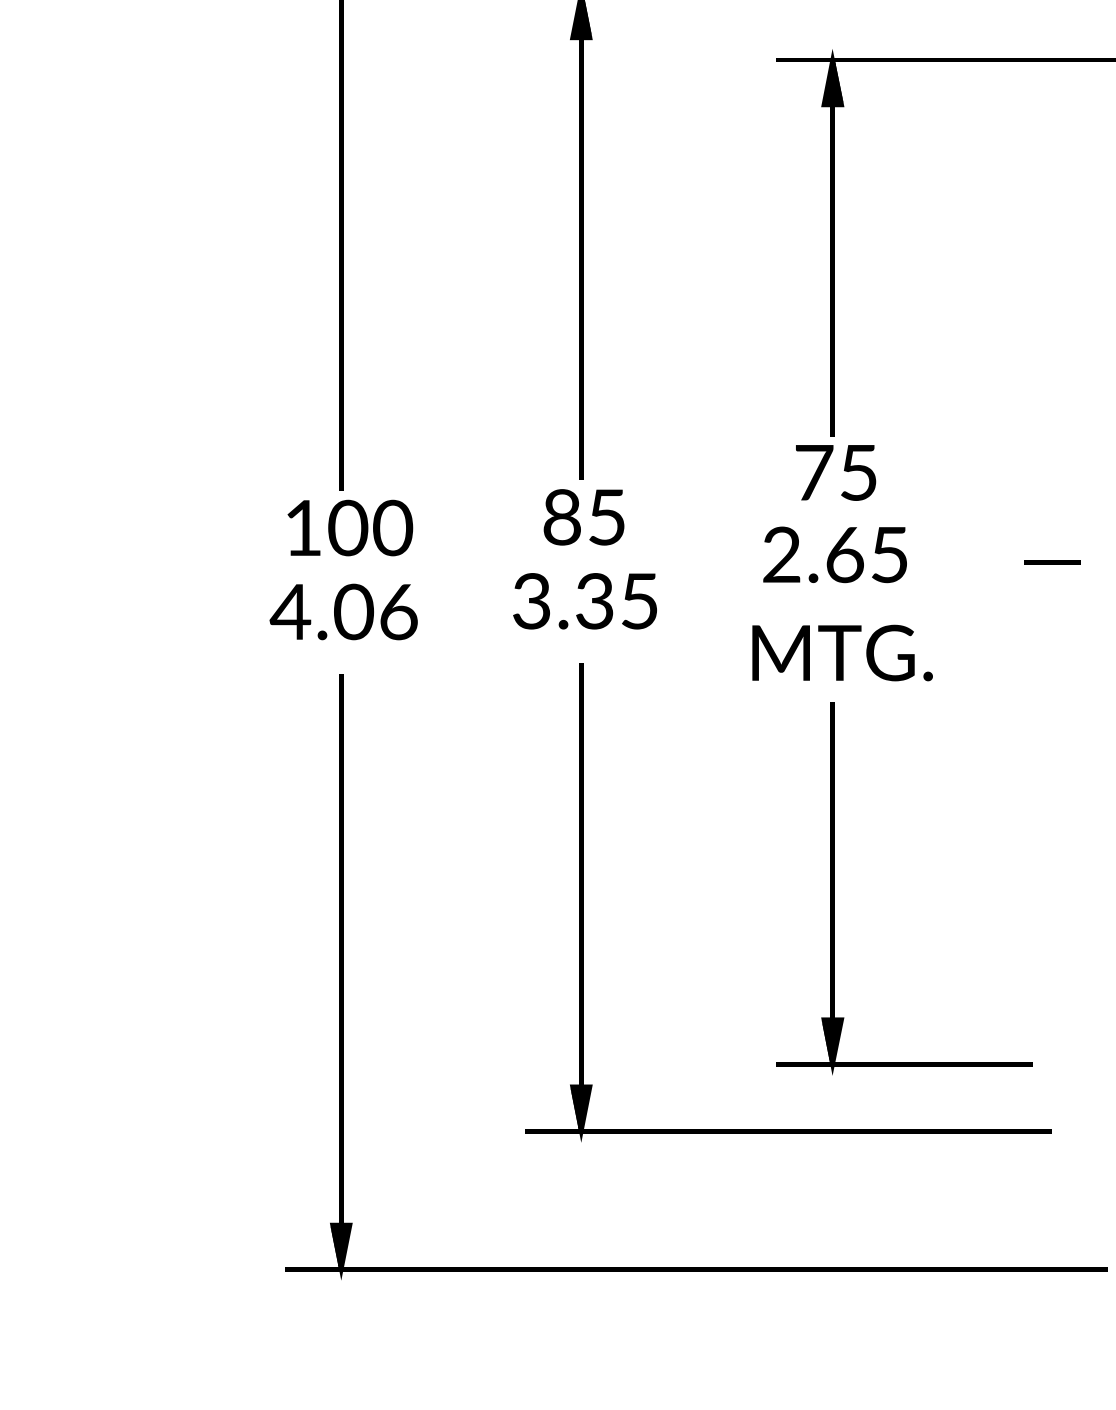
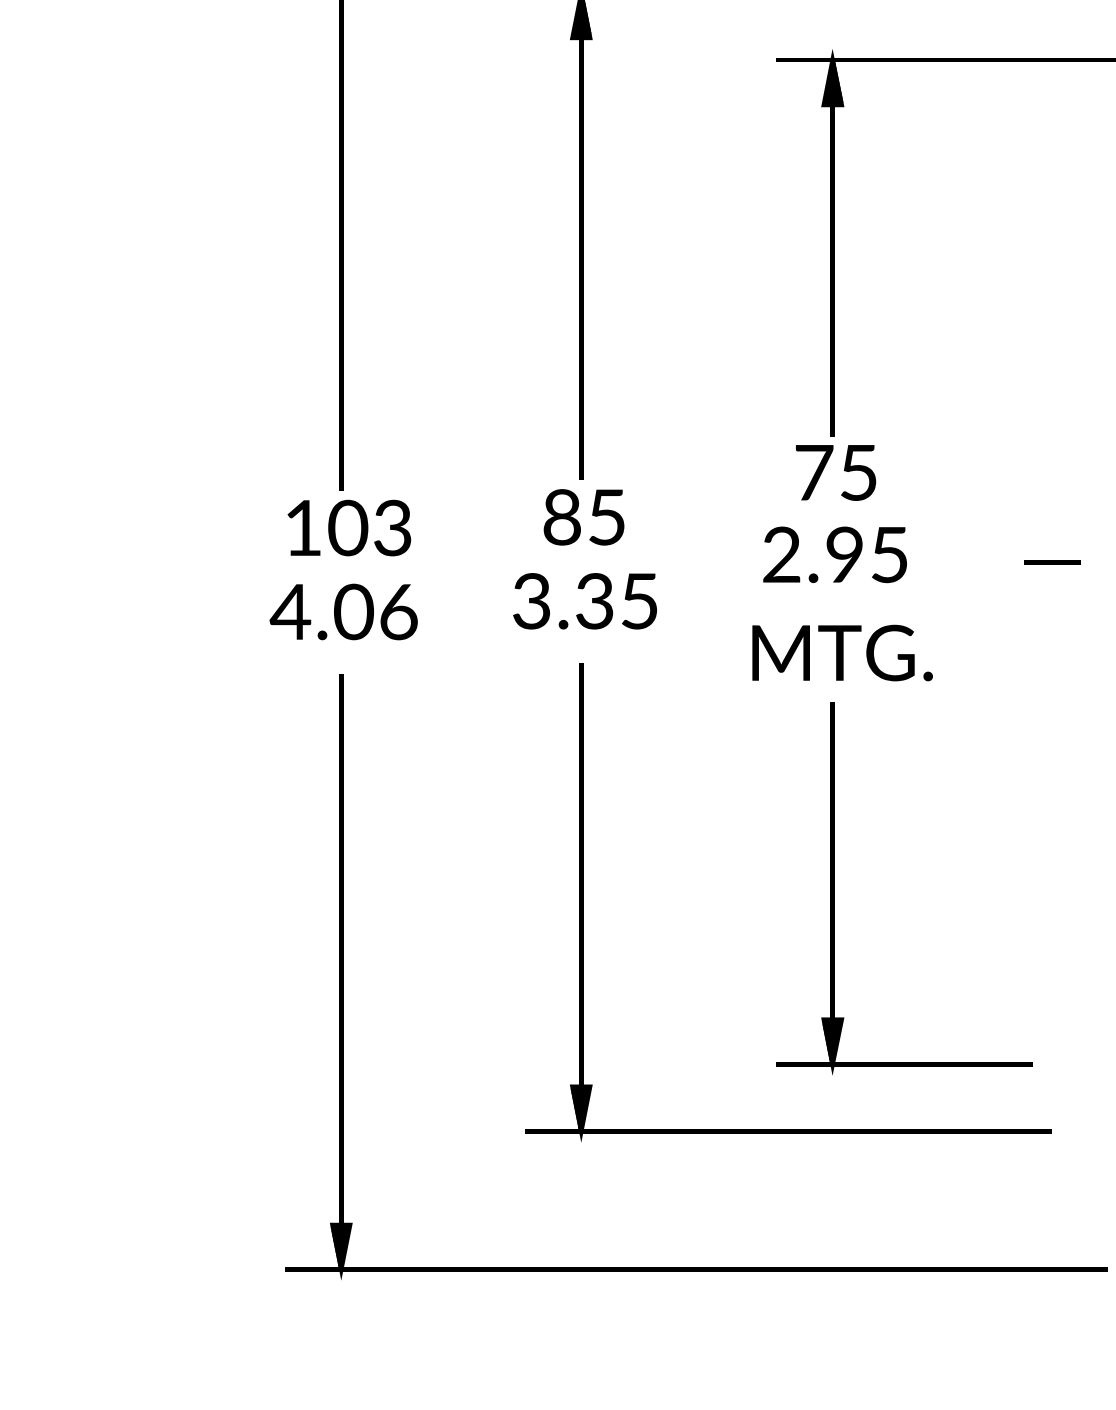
text at (393, 528): 100 -> 103
text at (844, 554): 2.65 -> 2.95
